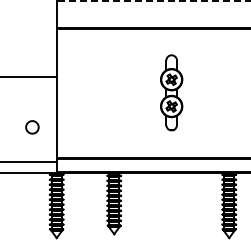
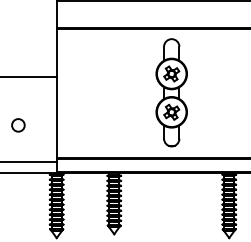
line at (153, 1): dashed -> solid
part at (171, 92) size: 24x78 px -> 33x110 px
circle at (32, 127) position: (32, 127) -> (18, 125)
